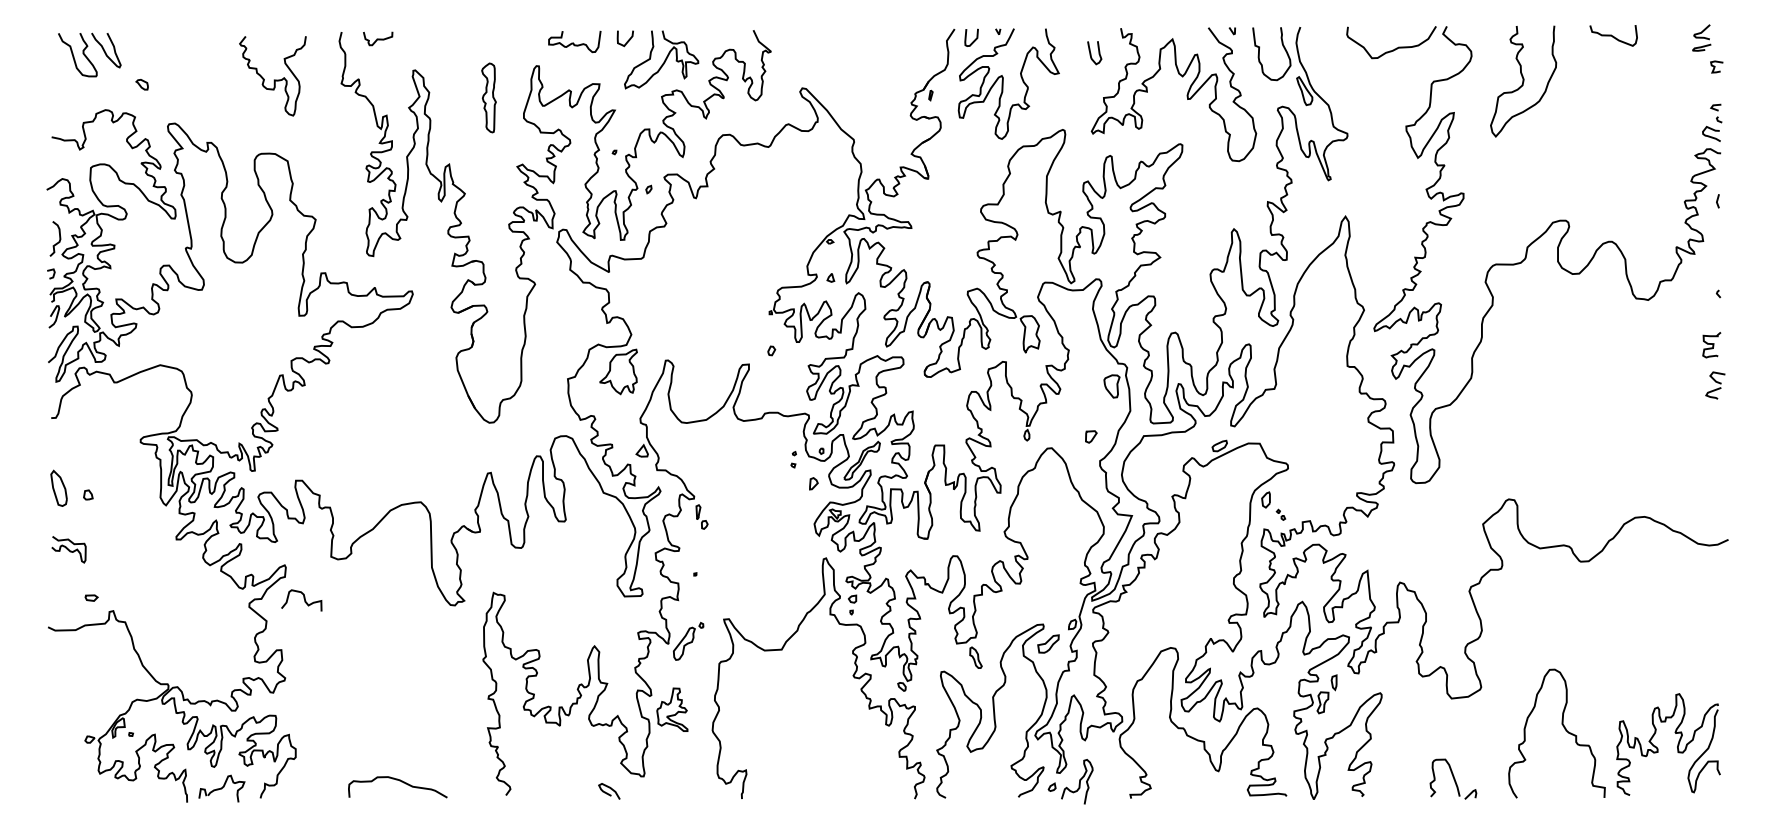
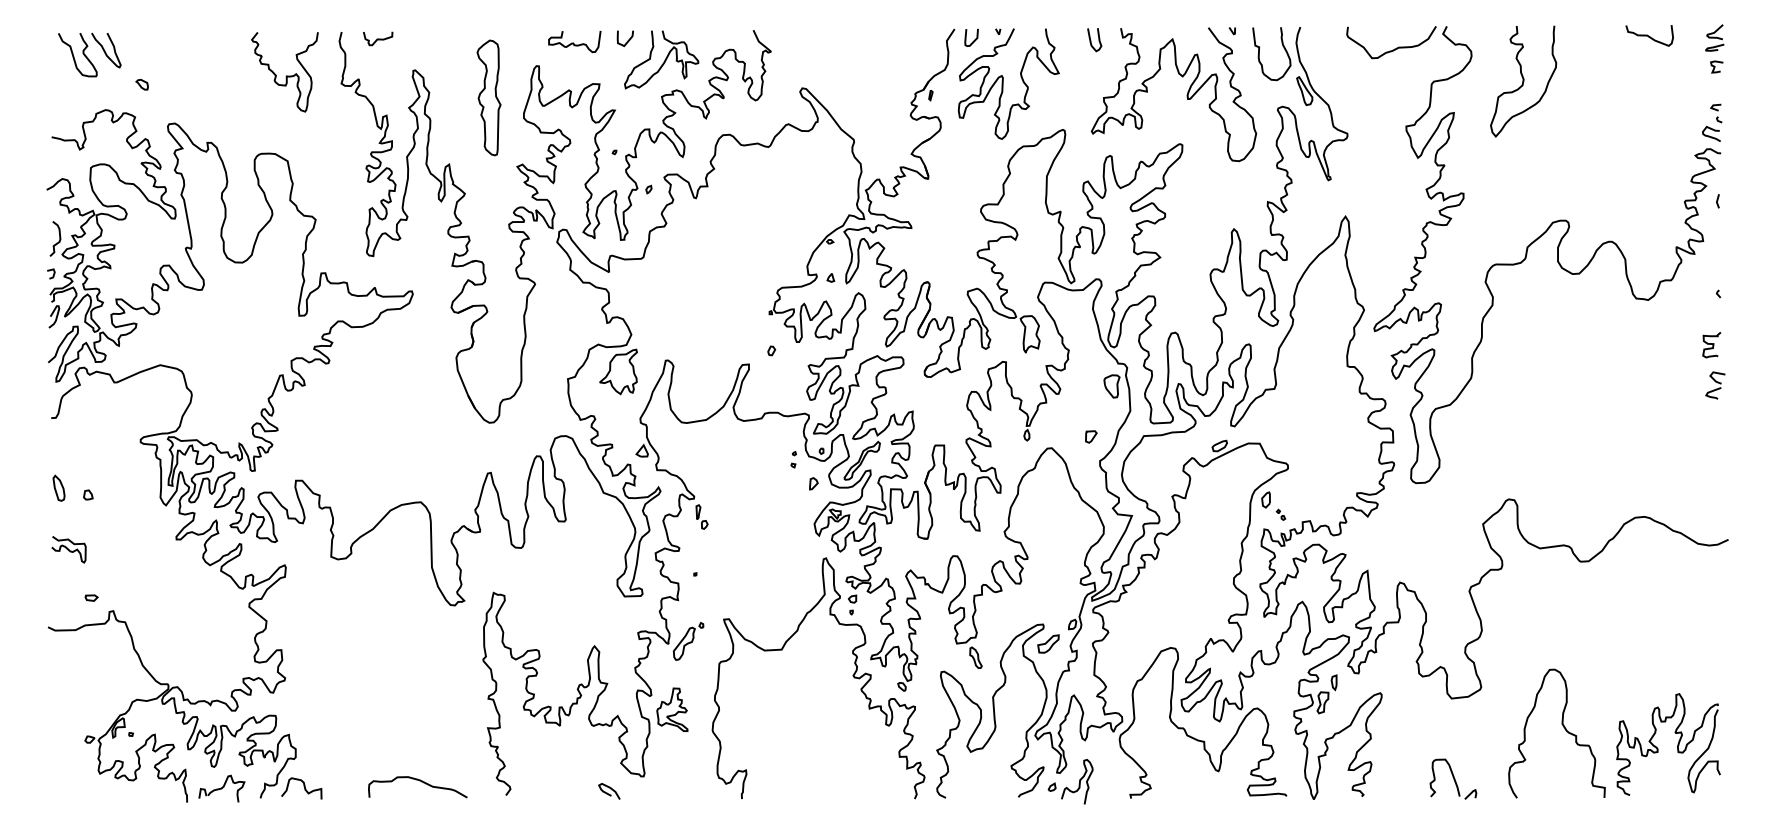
curve at (1613, 35) position: (1613, 35) -> (1649, 35)
part at (1701, 37) position: (1701, 37) -> (1714, 37)
curve at (1091, 53) position: (1091, 53) -> (1091, 40)
curve at (274, 79) position: (274, 79) -> (286, 75)
part at (488, 97) size: 16x72 px -> 26x118 px
part at (58, 487) size: 18x38 px -> 14x28 px
curve at (303, 598) position: (303, 598) -> (303, 786)
curve at (399, 781) position: (399, 781) -> (419, 781)
